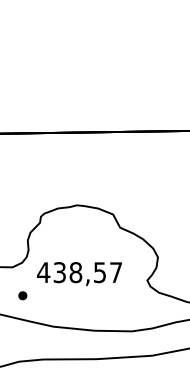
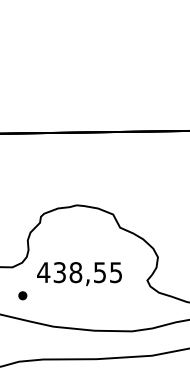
text at (115, 272): 438,57 -> 438,55
